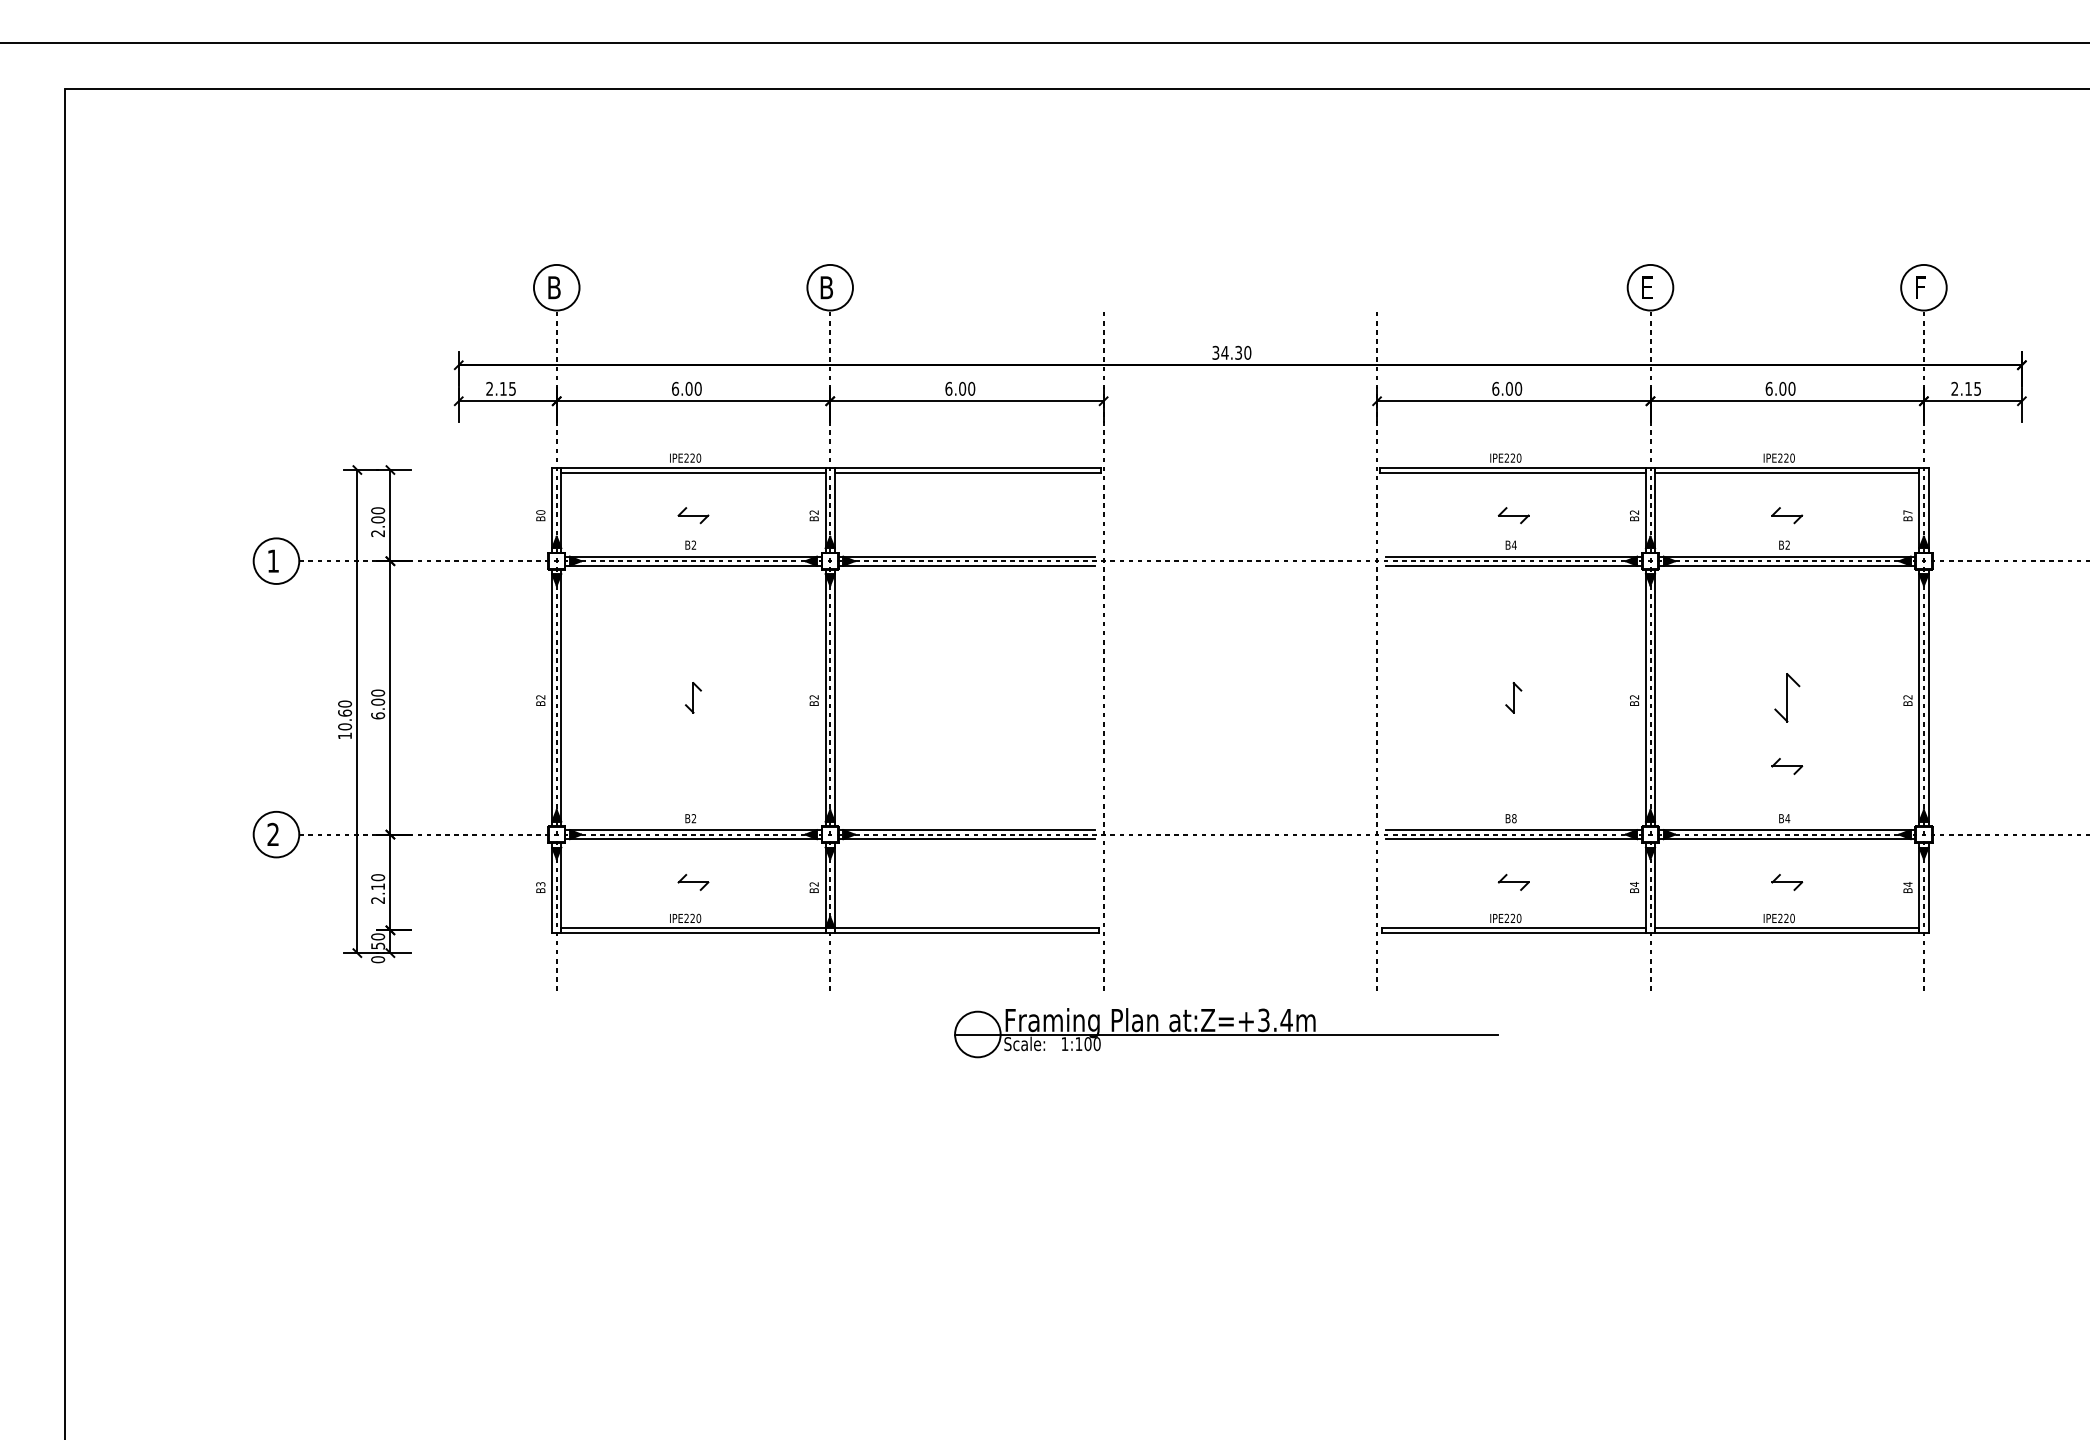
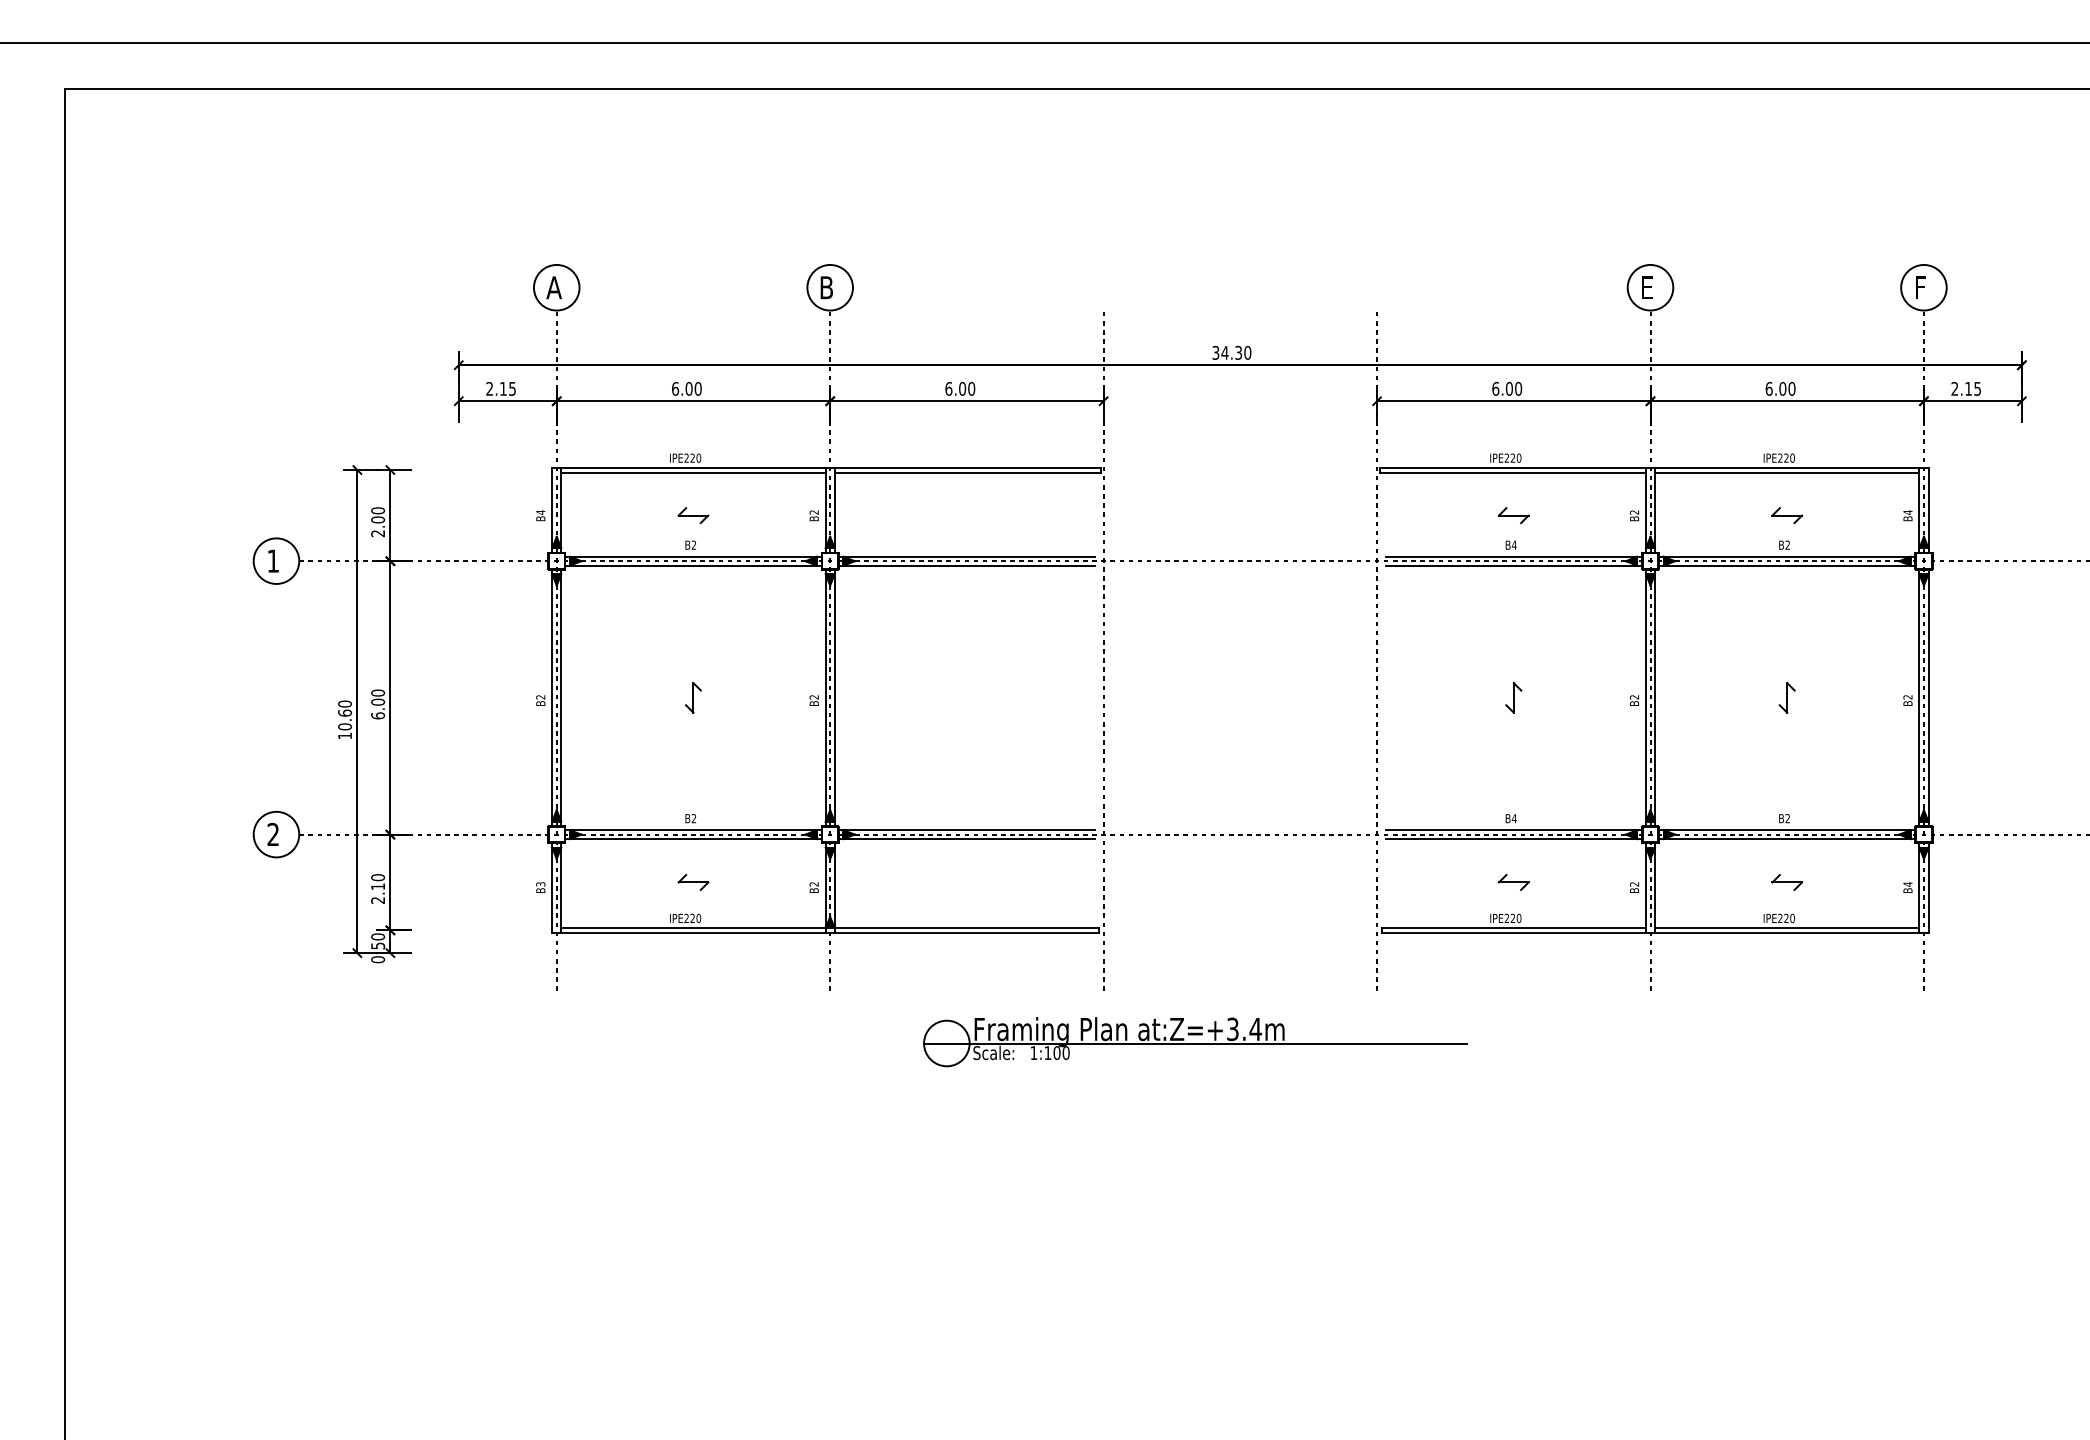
text at (553, 287): B -> A
text at (540, 512): B0 -> B4
text at (1907, 512): B7 -> B4
part at (1787, 697) size: 27x50 px -> 18x32 px
part at (1787, 766): present -> none
text at (1513, 818): B8 -> B4
text at (1787, 818): B4 -> B2
text at (1634, 883): B4 -> B2
part at (1226, 1033) position: (1226, 1033) -> (1195, 1042)
